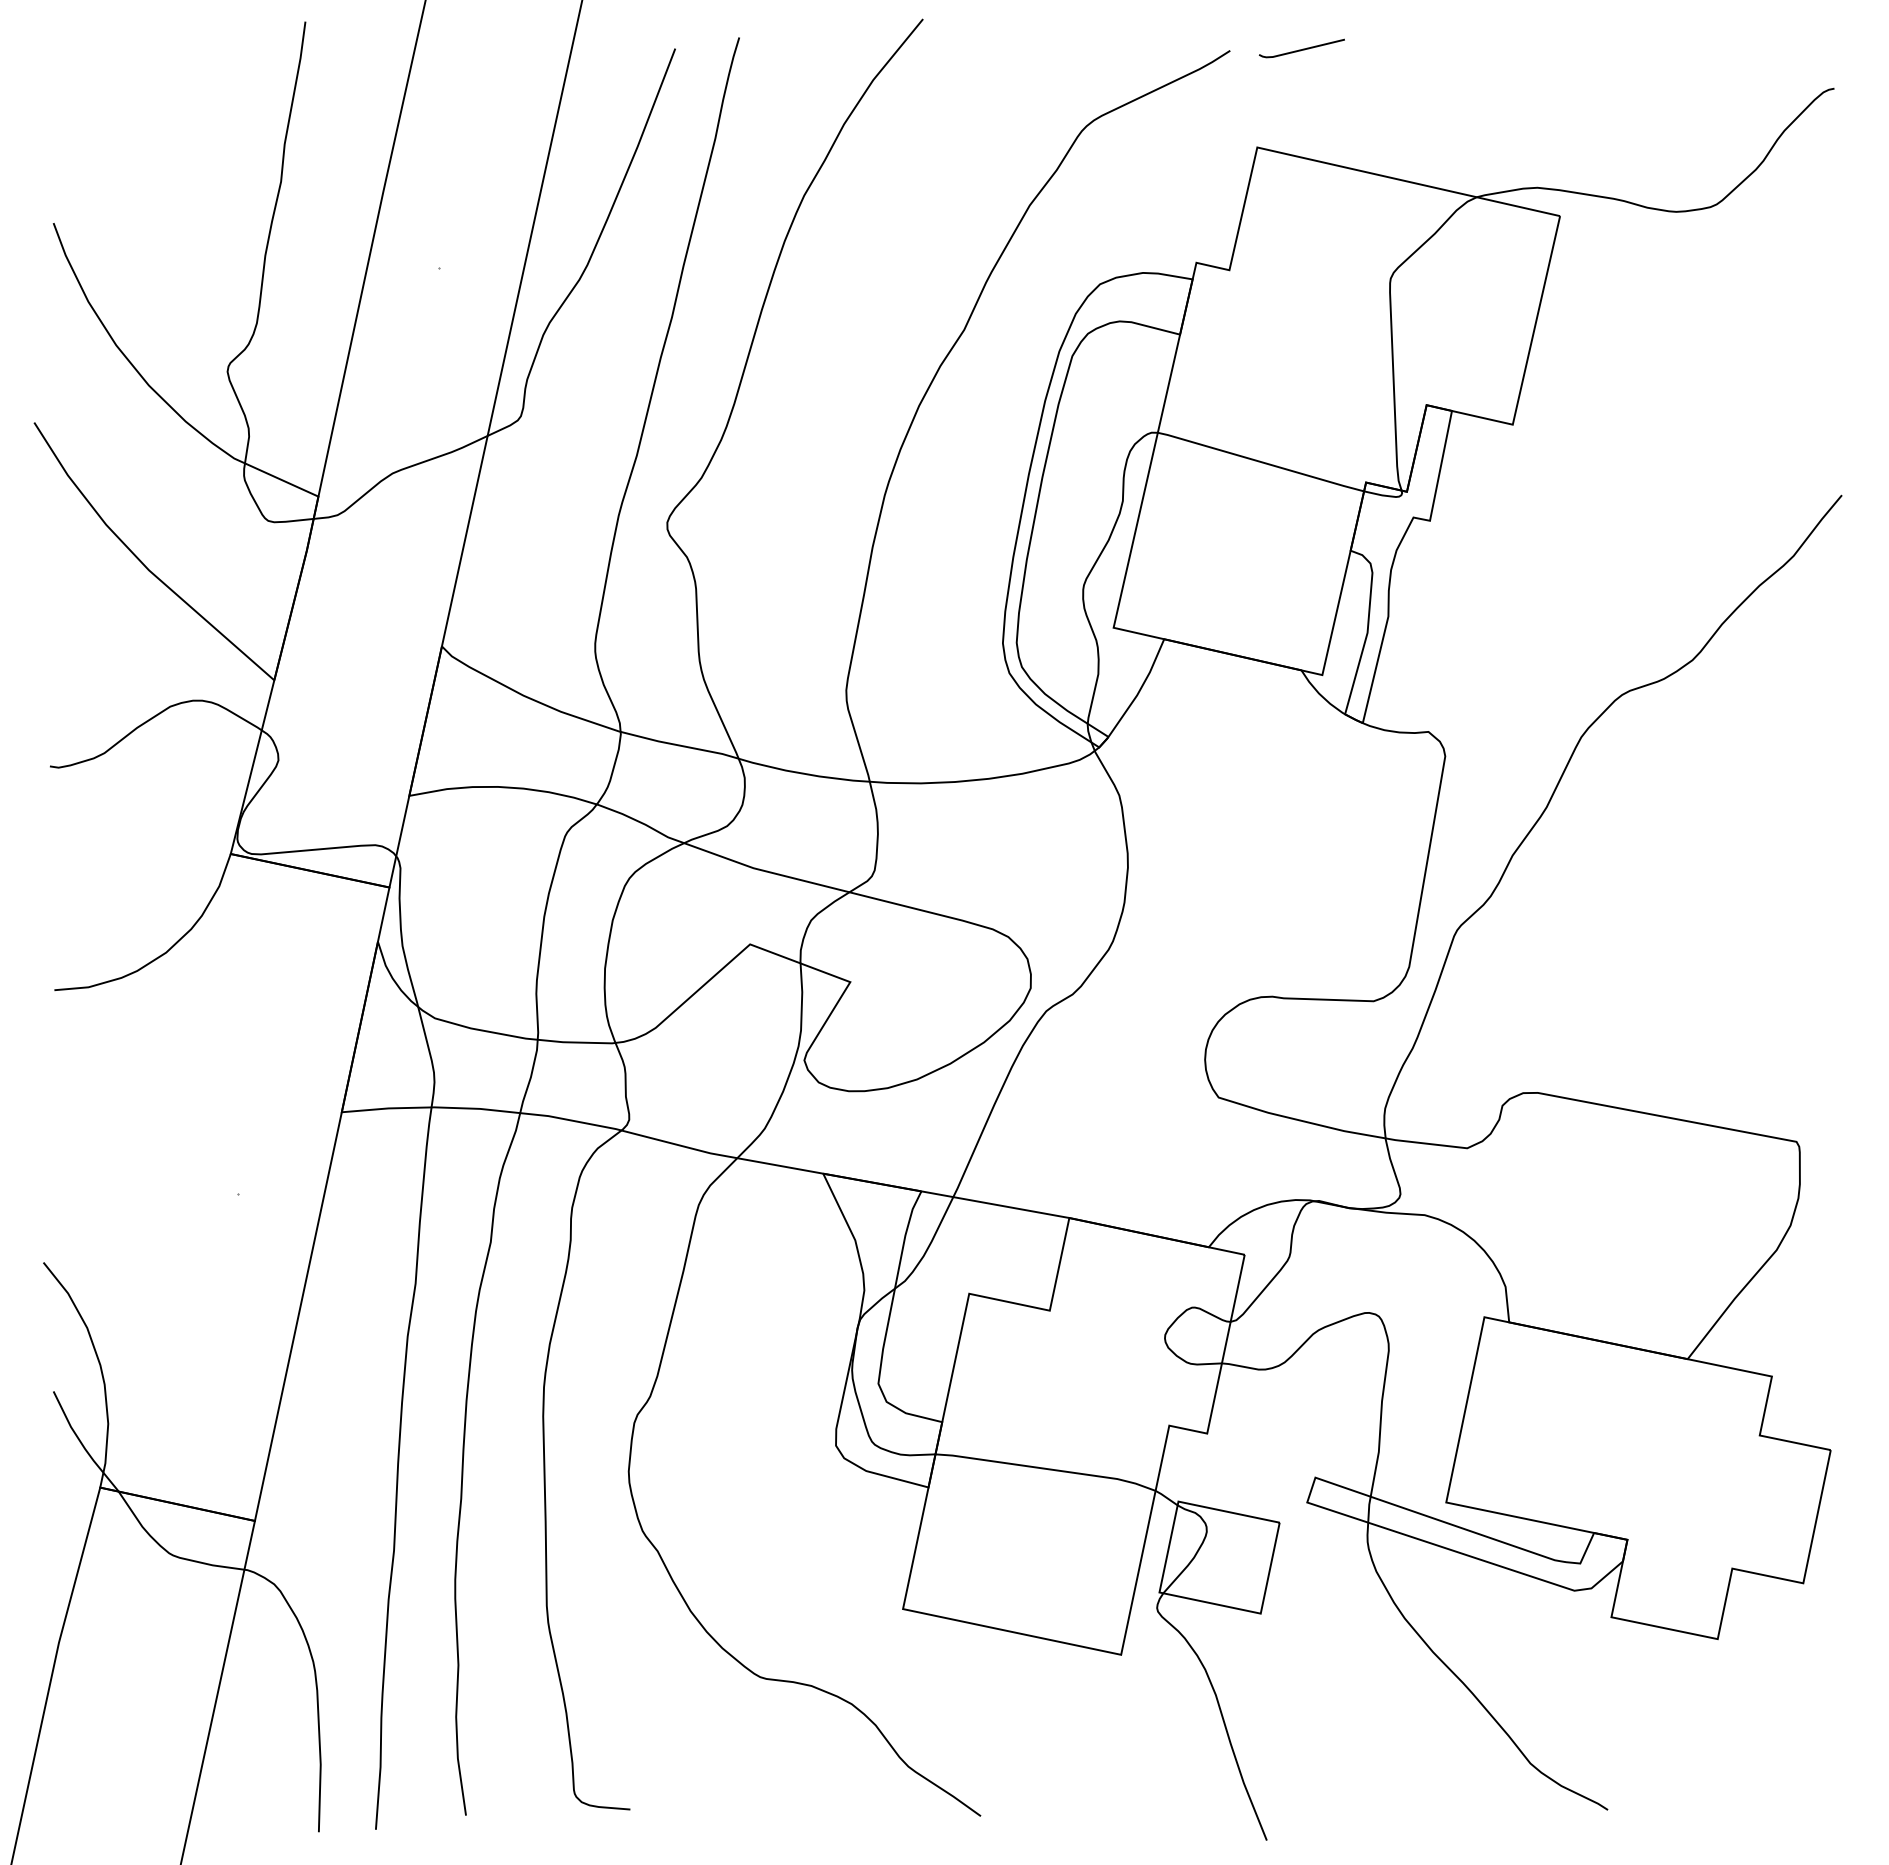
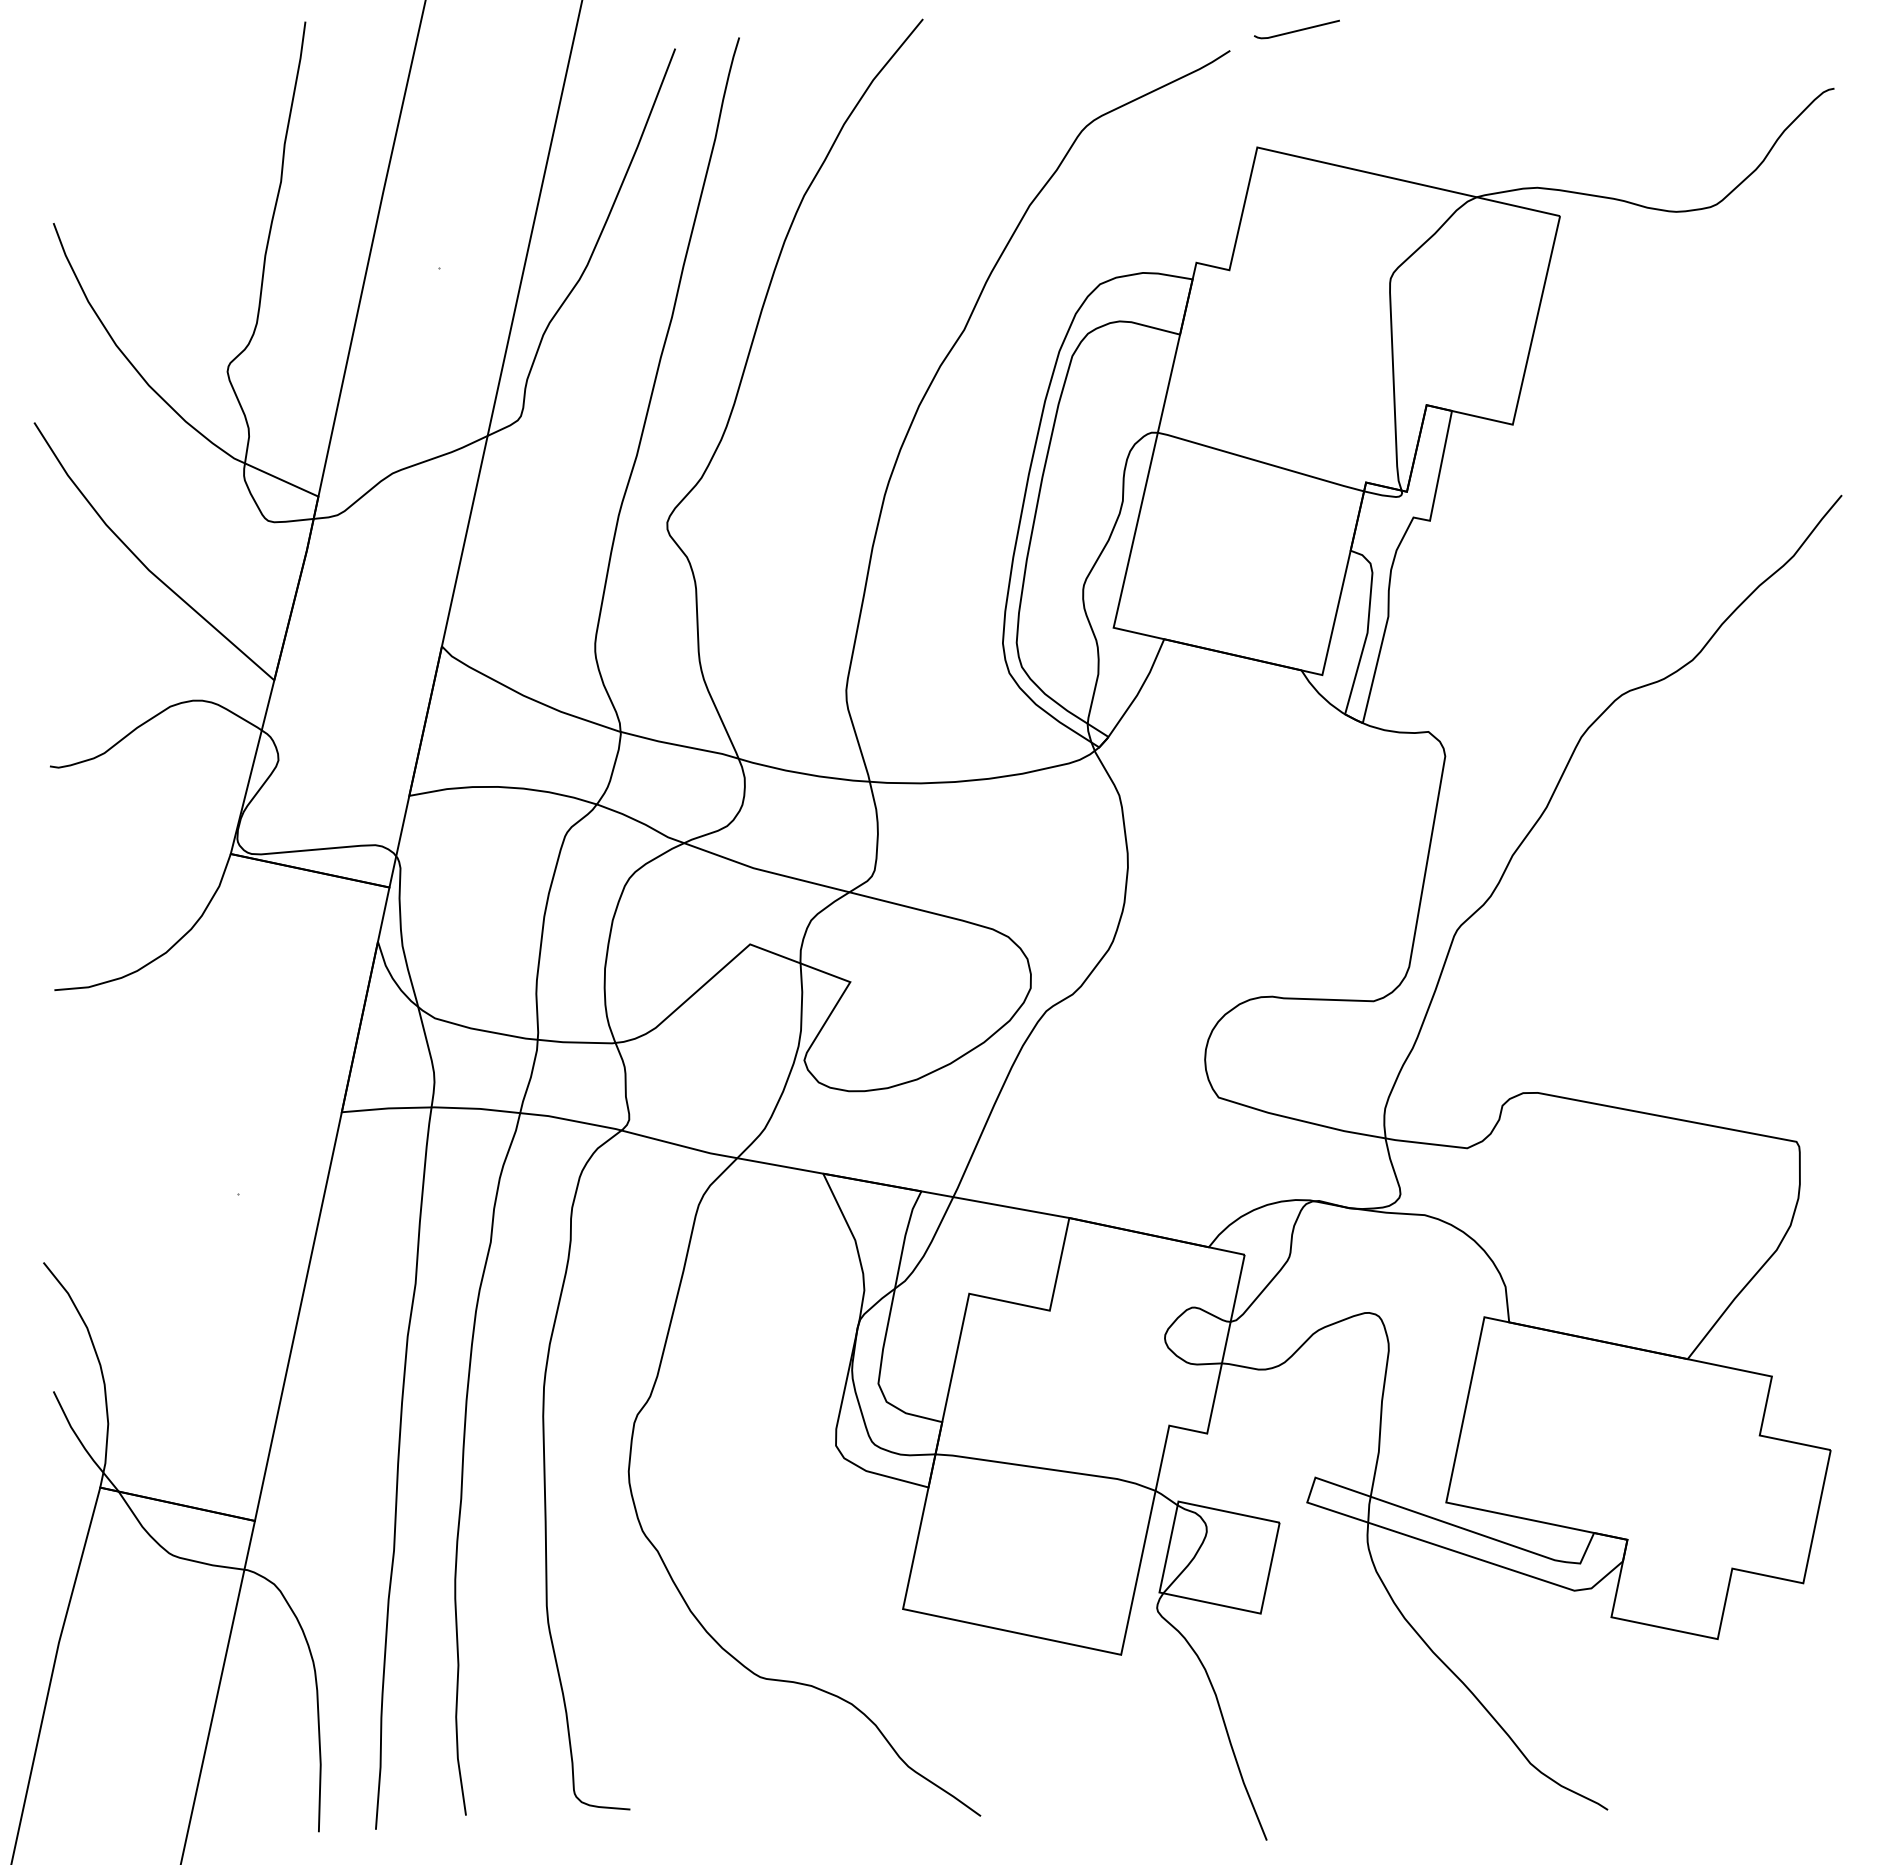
line at (1302, 48) position: (1302, 48) -> (1297, 29)
